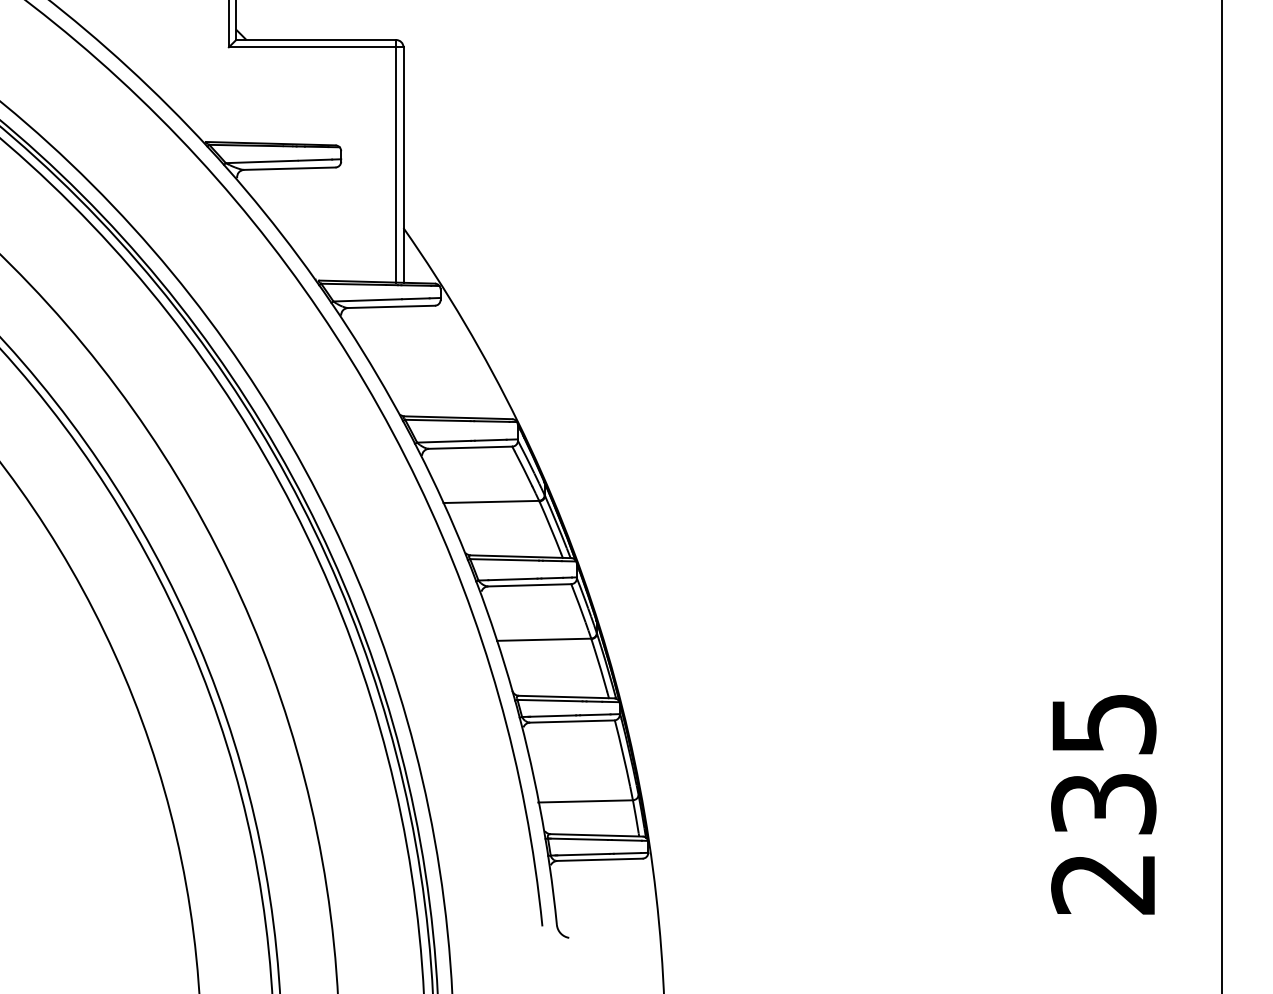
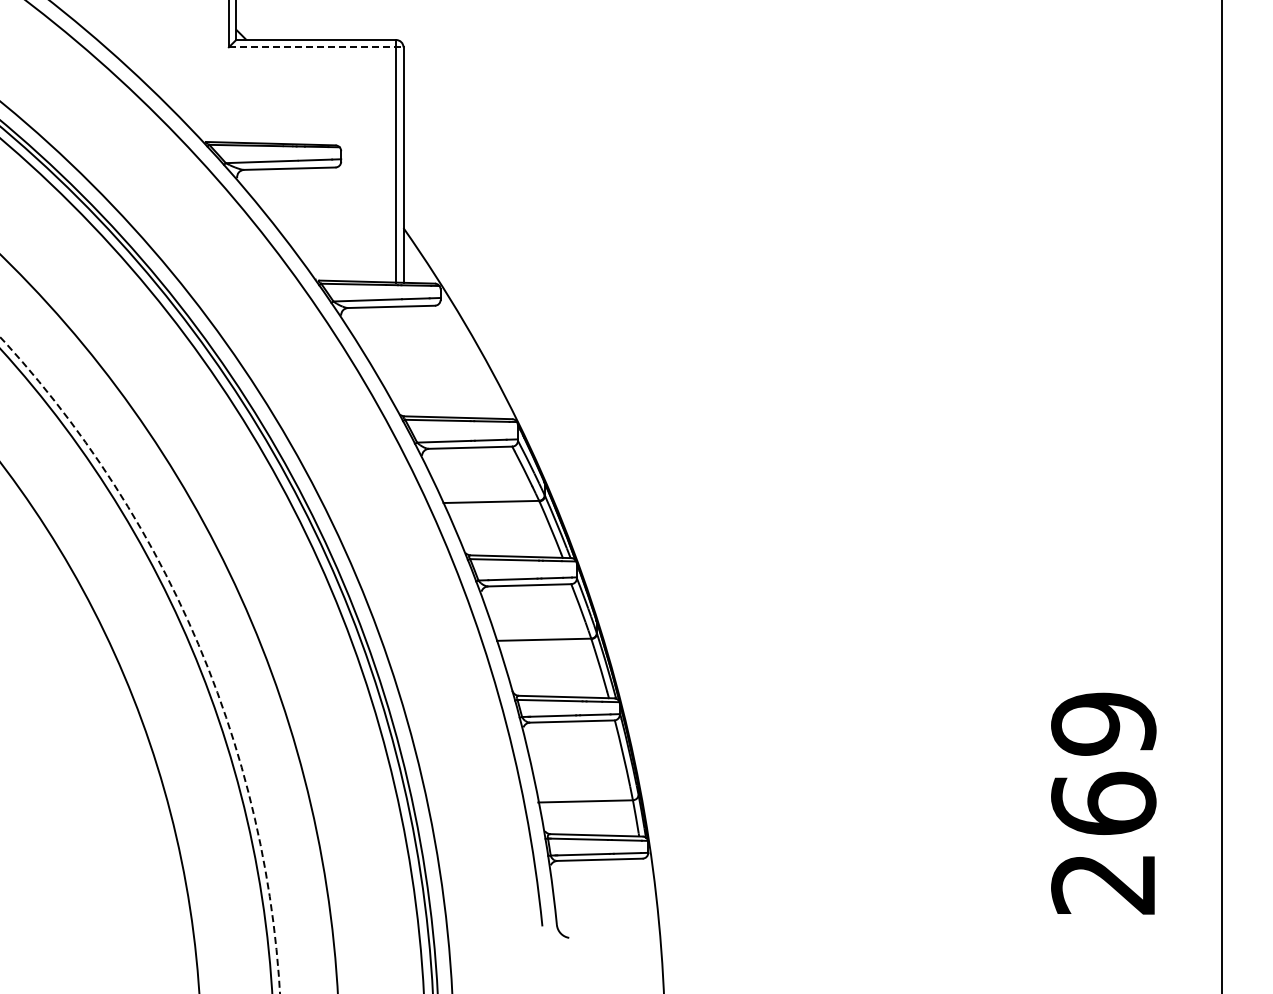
line at (316, 47): solid -> dashed
circle at (139, 665): solid -> dashed
text at (1103, 763): 235 -> 269
